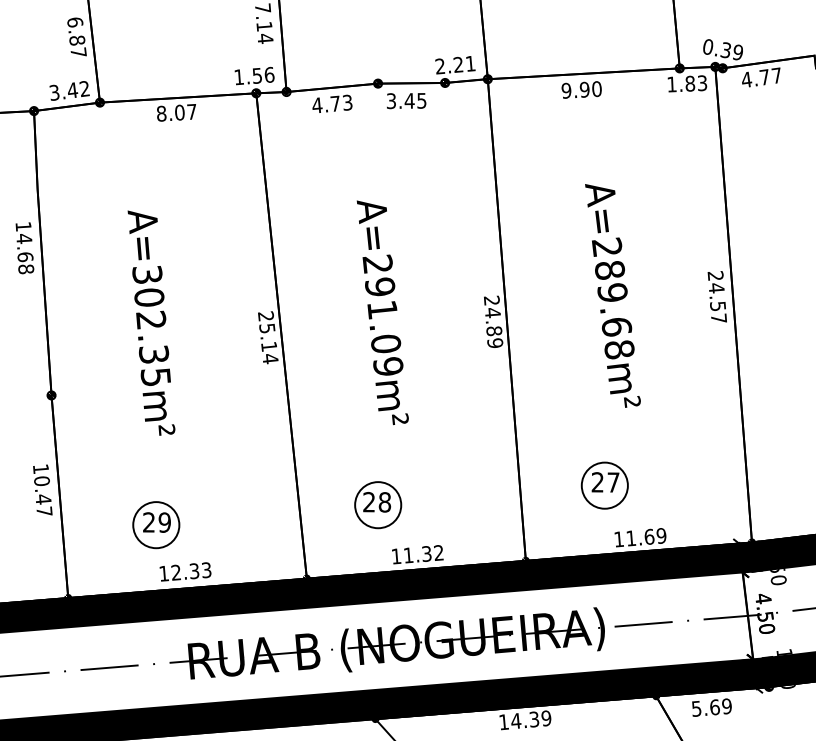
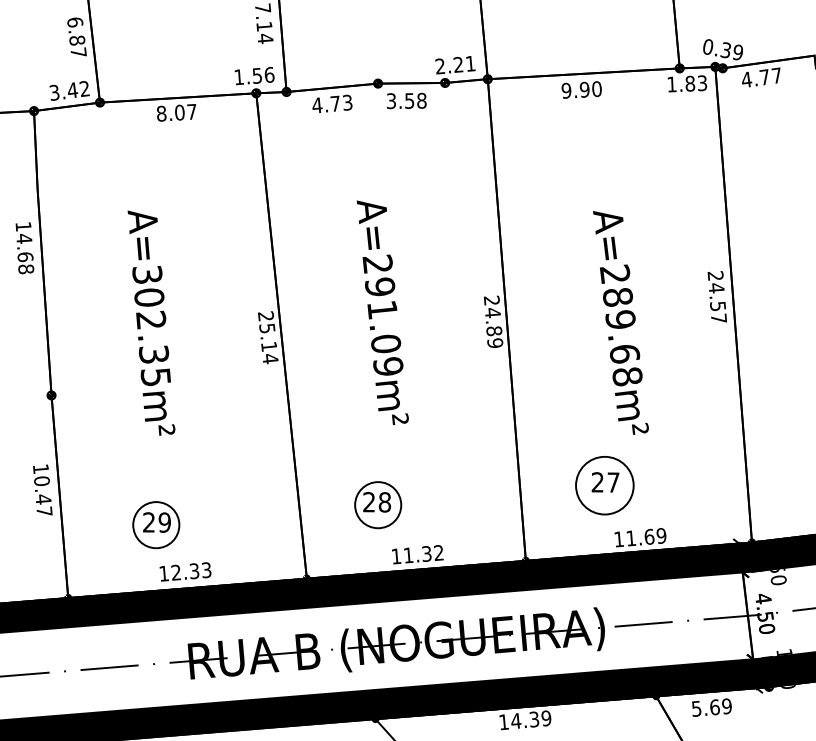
text at (415, 100): 3.45 -> 3.58
text at (612, 295) position: (612, 295) -> (620, 322)
circle at (604, 485) diameter: 46 px -> 58 px
